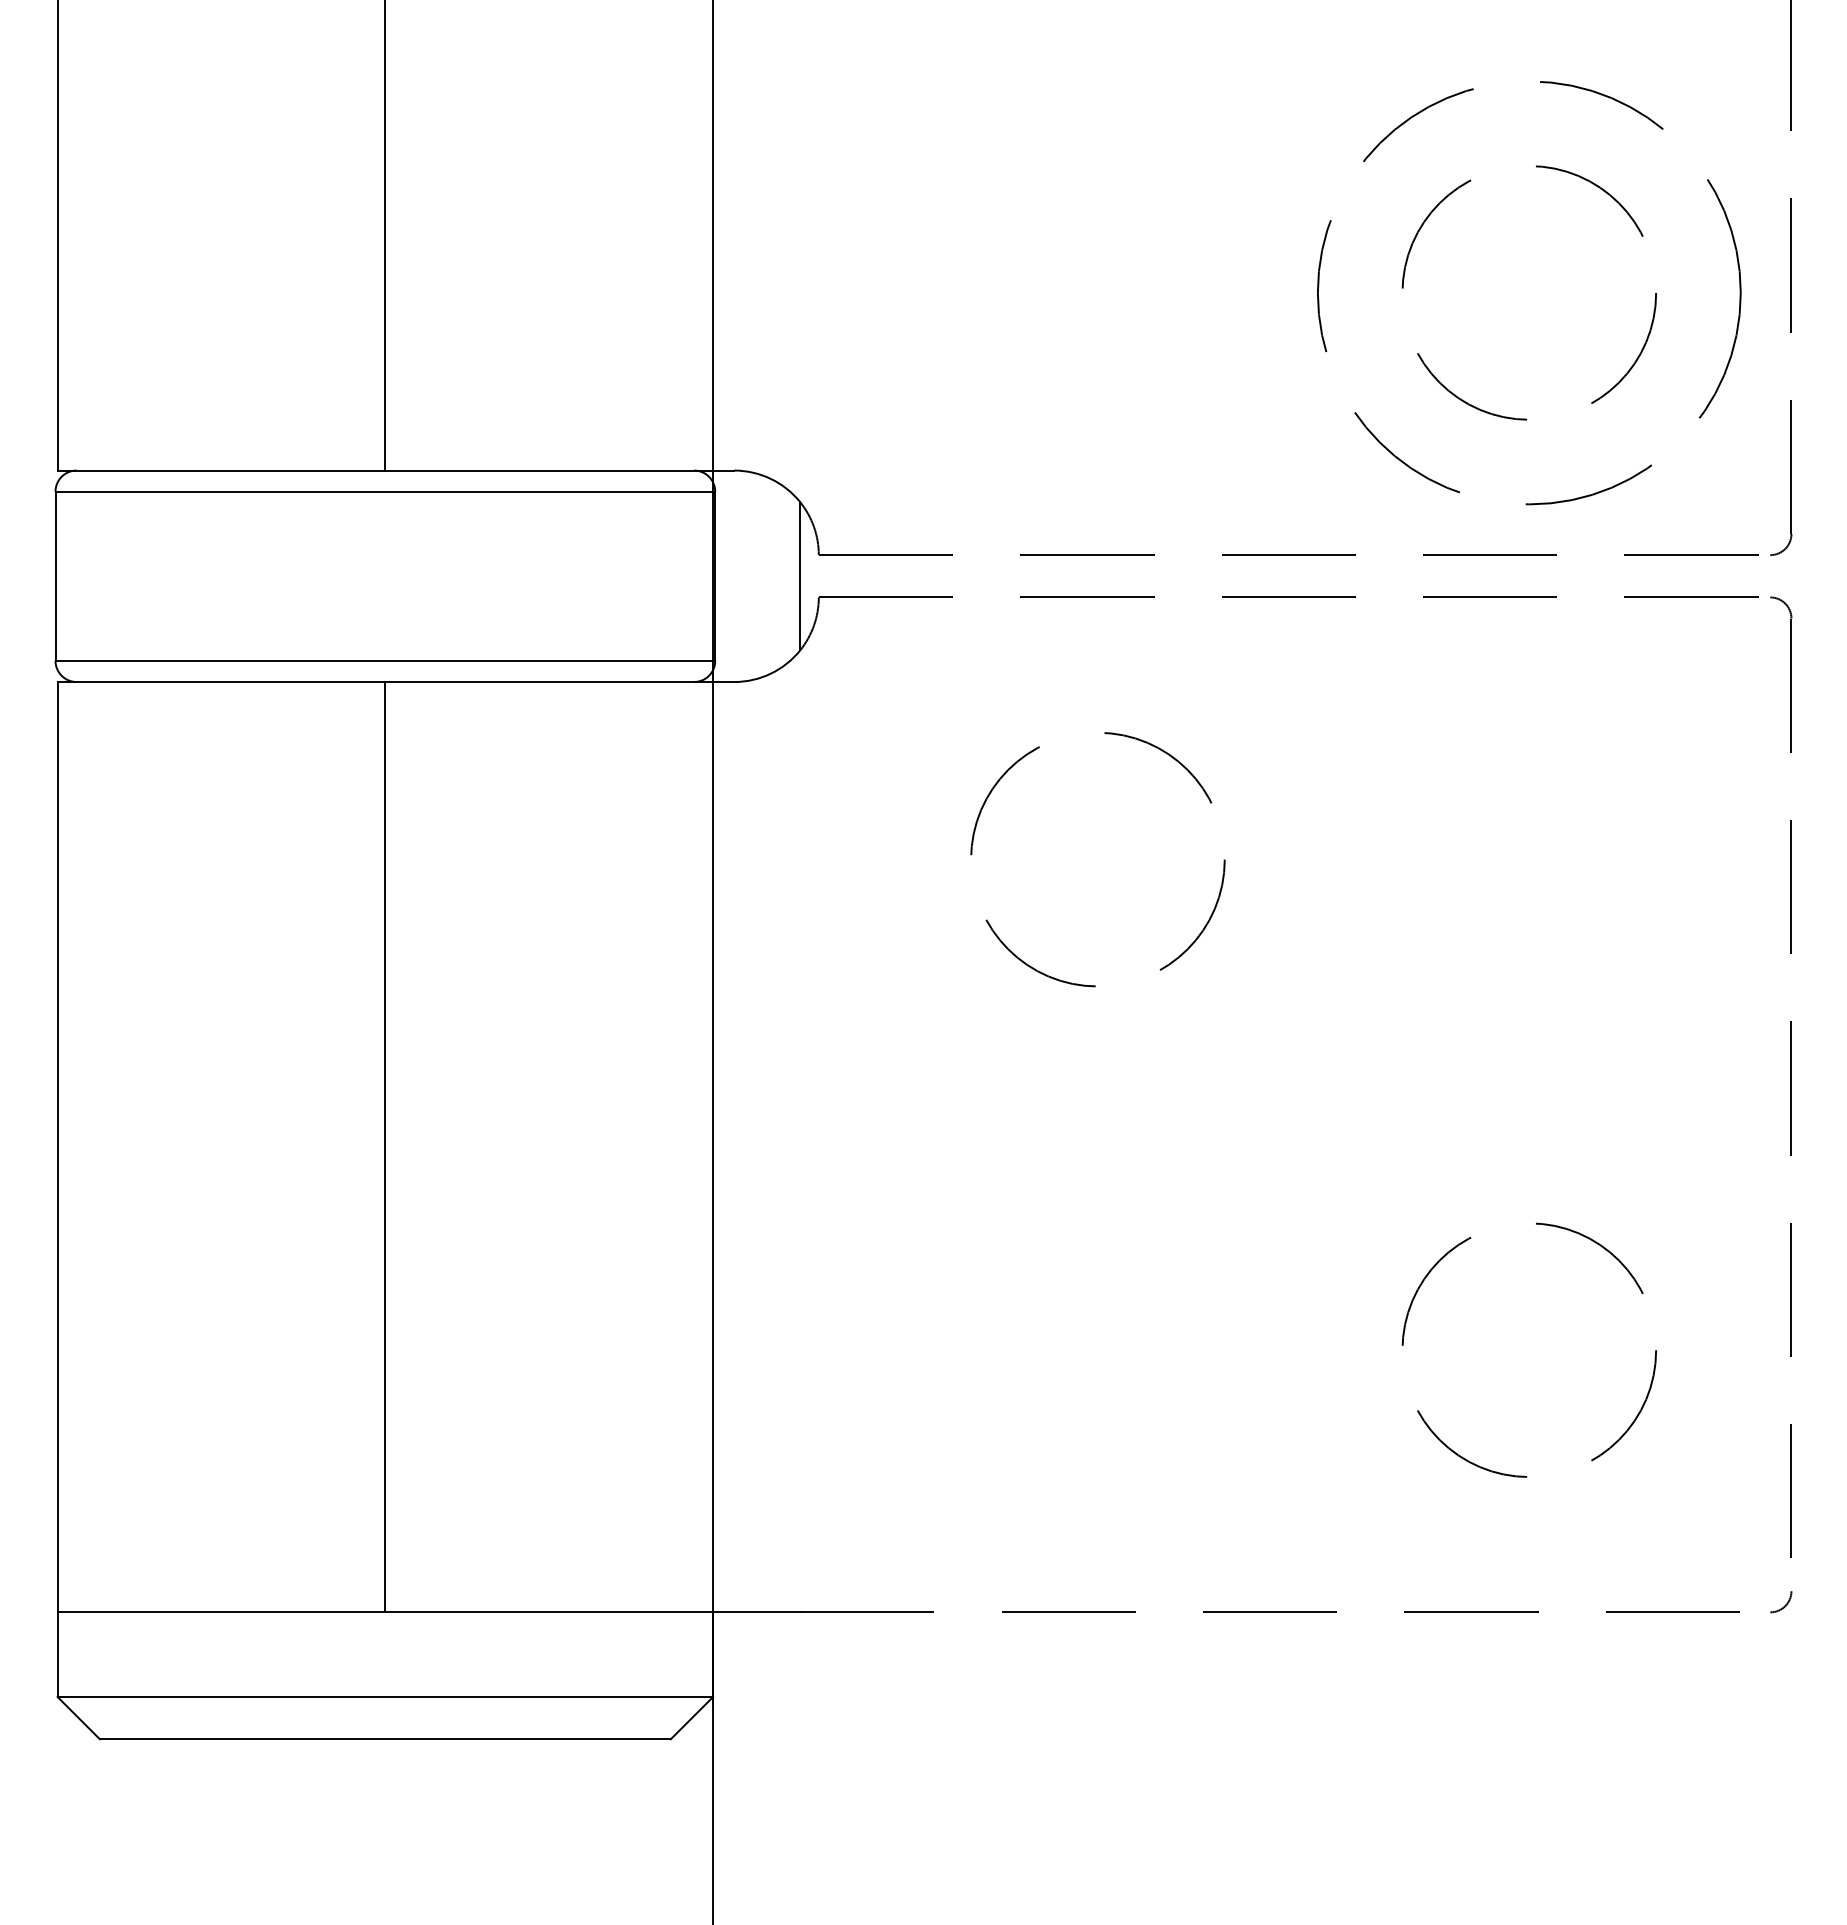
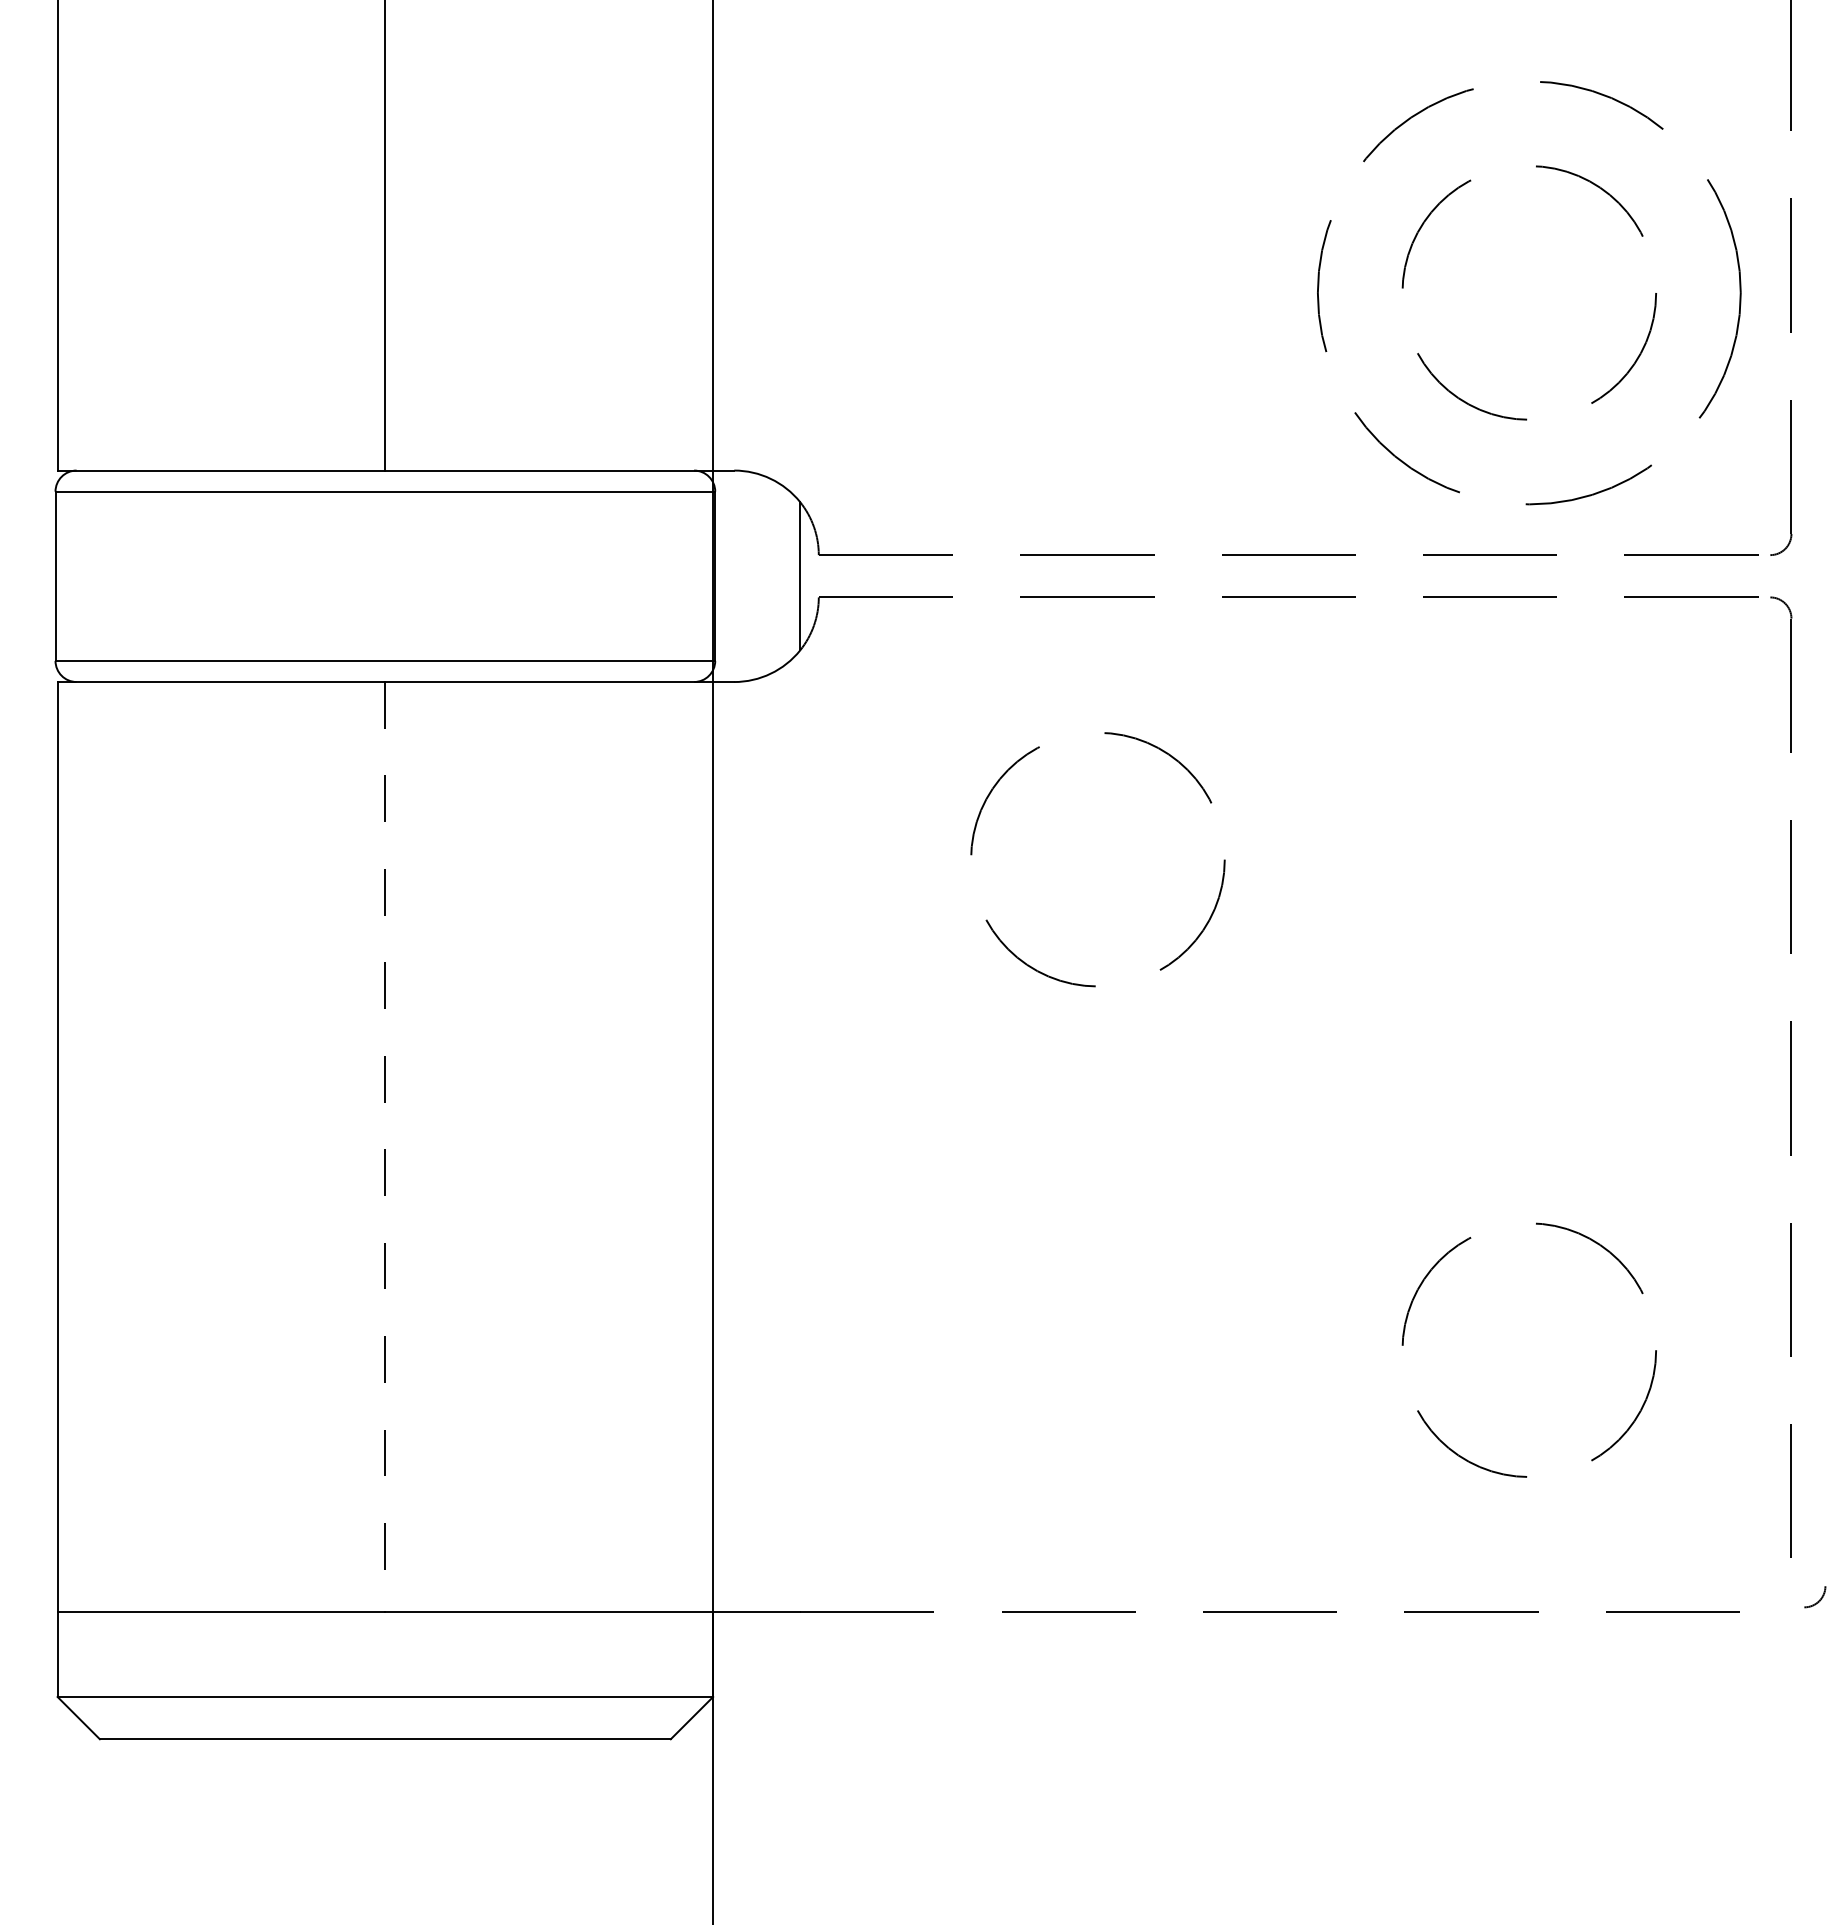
line at (385, 1147): solid -> dashed
curve at (1784, 1605) position: (1784, 1605) -> (1818, 1600)
